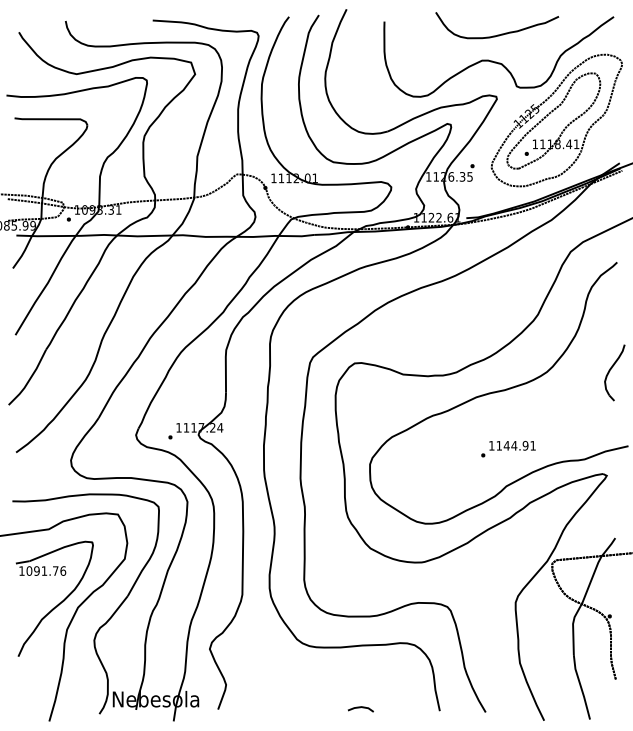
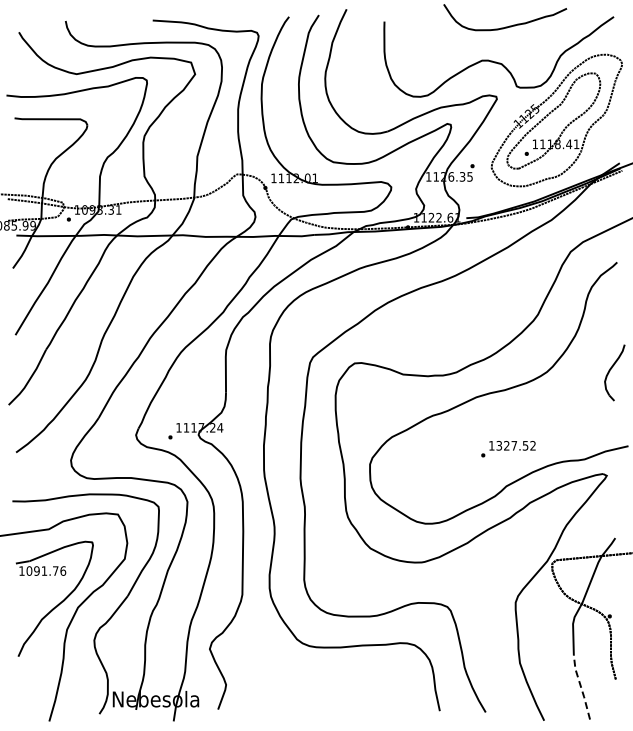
curve at (501, 33) position: (501, 33) -> (509, 25)
text at (515, 445): 1144.91 -> 1327.52
line at (580, 686): solid -> dashed
line at (360, 708): present -> none
